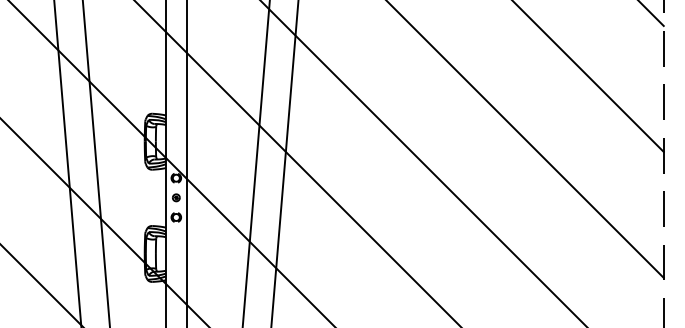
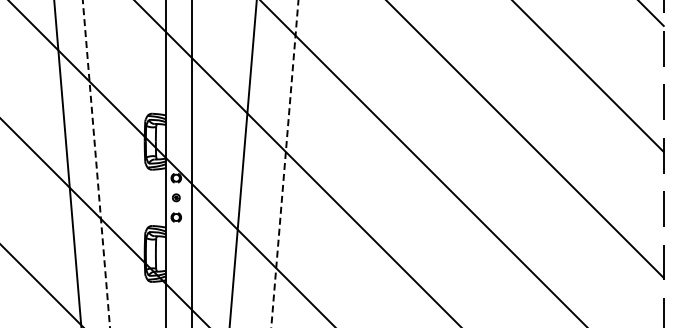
line at (96, 163): solid -> dashed
line at (187, 163) position: (187, 163) -> (192, 163)
line at (255, 163) position: (255, 163) -> (242, 163)
line at (284, 163): solid -> dashed
